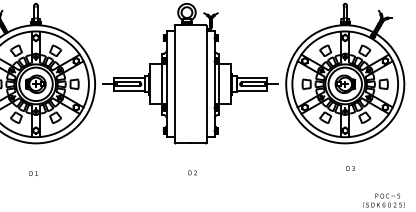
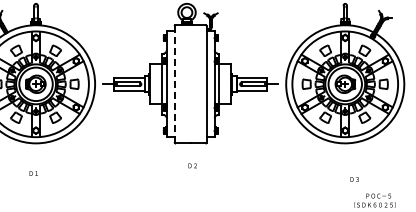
line at (174, 84): solid -> dashed
text at (350, 168) position: (350, 168) -> (354, 179)
text at (192, 172) position: (192, 172) -> (192, 165)
text at (383, 200) position: (383, 200) -> (374, 200)
